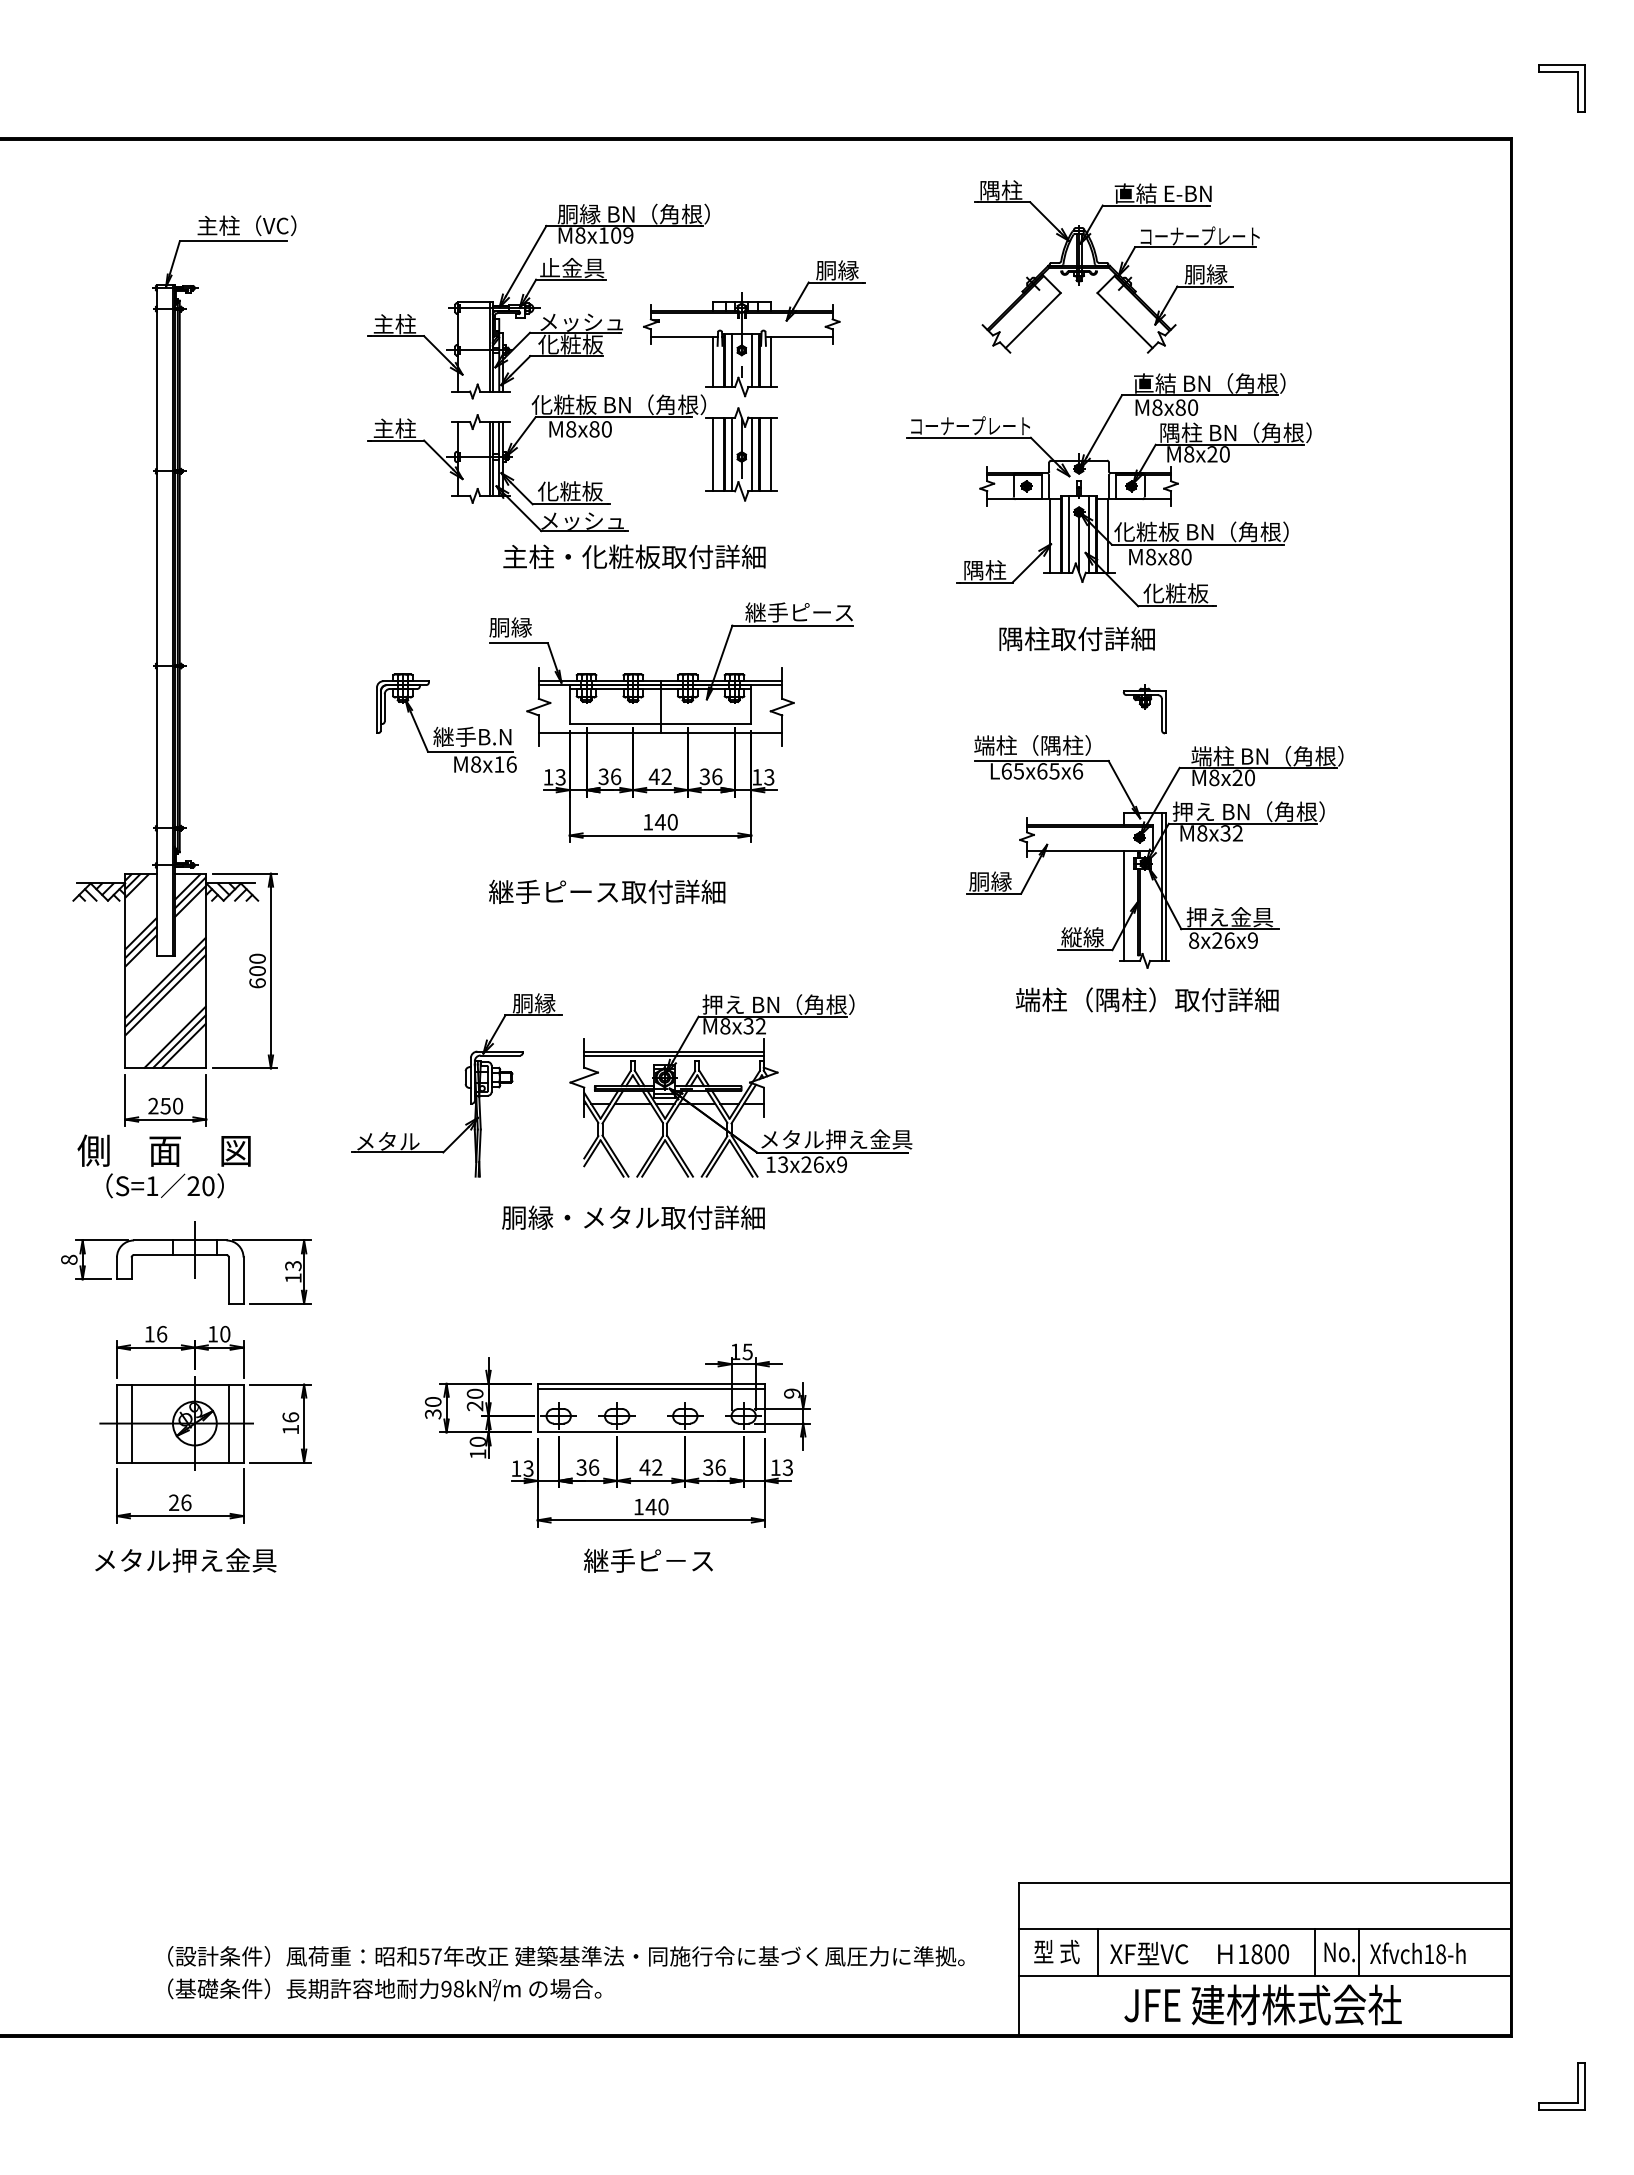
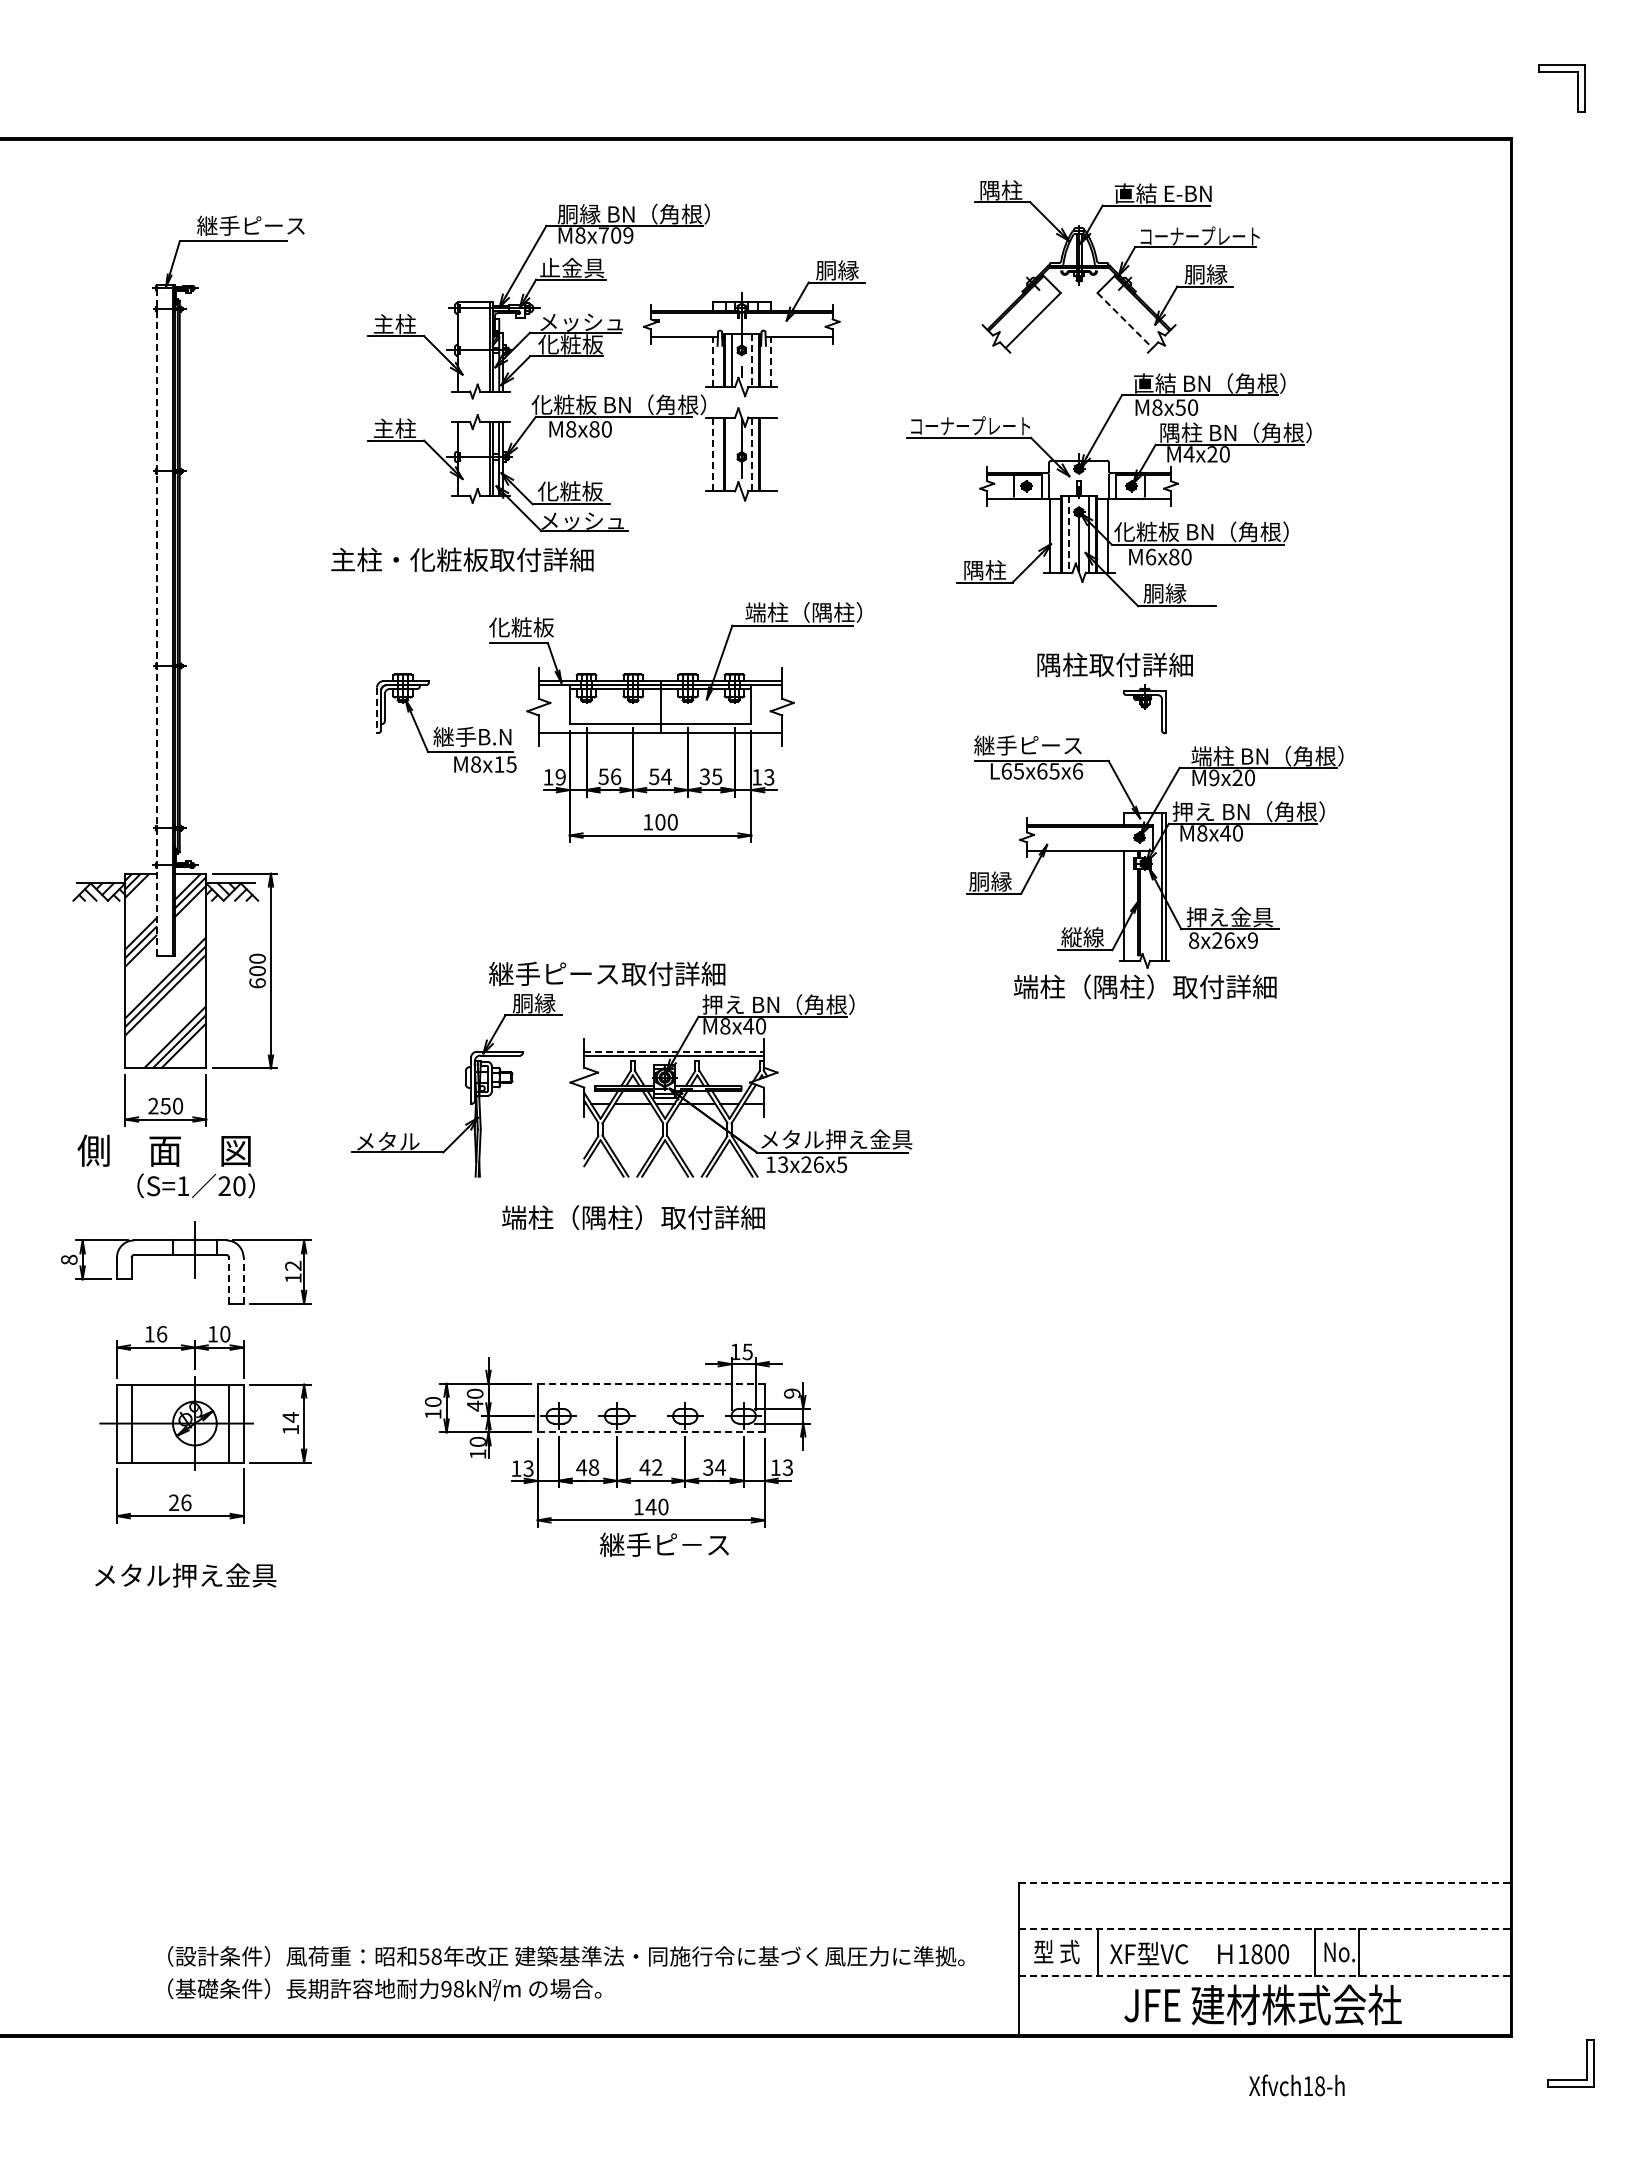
text at (250, 225): 主柱（VC） -> 継手ピース
text at (603, 235): M8x109 -> M8x709
line at (1125, 320): solid -> dashed
line at (751, 361): solid -> dashed
line at (712, 362): solid -> dashed
line at (770, 362): solid -> dashed
text at (1180, 407): M8x80 -> M8x50
line at (712, 454): solid -> dashed
line at (732, 454): present -> none
line at (751, 454): solid -> dashed
line at (770, 454): present -> none
text at (1188, 454): M8x20 -> M4x20
line at (1069, 534): solid -> dashed
text at (634, 556) position: (634, 556) -> (462, 559)
text at (1151, 556): M8x80 -> M6x80
text at (1175, 593): 化粧板 -> 胴縁
text at (803, 612): 継手ピース -> 端柱（隅柱）
line at (157, 620): solid -> dashed
text at (521, 627): 胴縁 -> 化粧板
text at (1076, 638) position: (1076, 638) -> (1114, 664)
line at (376, 710): solid -> dashed
text at (1032, 745): 端柱（隅柱） -> 継手ピース
text at (511, 764): M8x16 -> M8x15
text at (603, 776): 36 -> 56
text at (660, 776): 42 -> 54
text at (717, 776): 36 -> 35
text at (560, 777): 13 -> 19
text at (1214, 777): M8x20 -> M9x20
text at (659, 821): 140 -> 100
text at (1231, 833): M8x32 -> M8x40
text at (607, 891) position: (607, 891) -> (607, 973)
text at (1146, 999) position: (1146, 999) -> (1144, 986)
text at (754, 1026): M8x32 -> M8x40
line at (674, 1051): solid -> dashed
text at (841, 1164): 13x26x9 -> 13x26x5
text at (164, 1185) position: (164, 1185) -> (195, 1185)
text at (580, 1217): 胴縁・メタル取付詳細 -> 端柱（隅柱）取付詳細
text at (293, 1266): 13 -> 12
line at (228, 1280): solid -> dashed
line at (243, 1280): solid -> dashed
line at (651, 1383): solid -> dashed
line at (650, 1388): present -> none
text at (474, 1405): 20 -> 40
text at (432, 1414): 30 -> 10
text at (290, 1417): 16 -> 14
line at (651, 1432): solid -> dashed
text at (587, 1467): 36 -> 48
text at (720, 1467): 36 -> 34
text at (185, 1560) position: (185, 1560) -> (185, 1575)
text at (648, 1560) position: (648, 1560) -> (664, 1544)
line at (1265, 1882): solid -> dashed
line at (1265, 1929): solid -> dashed
text at (1417, 1953) position: (1417, 1953) -> (1296, 2085)
text at (436, 1956): 57 -> 58
line at (1265, 1975): solid -> dashed
part at (1577, 2086) position: (1577, 2086) -> (1586, 2063)
